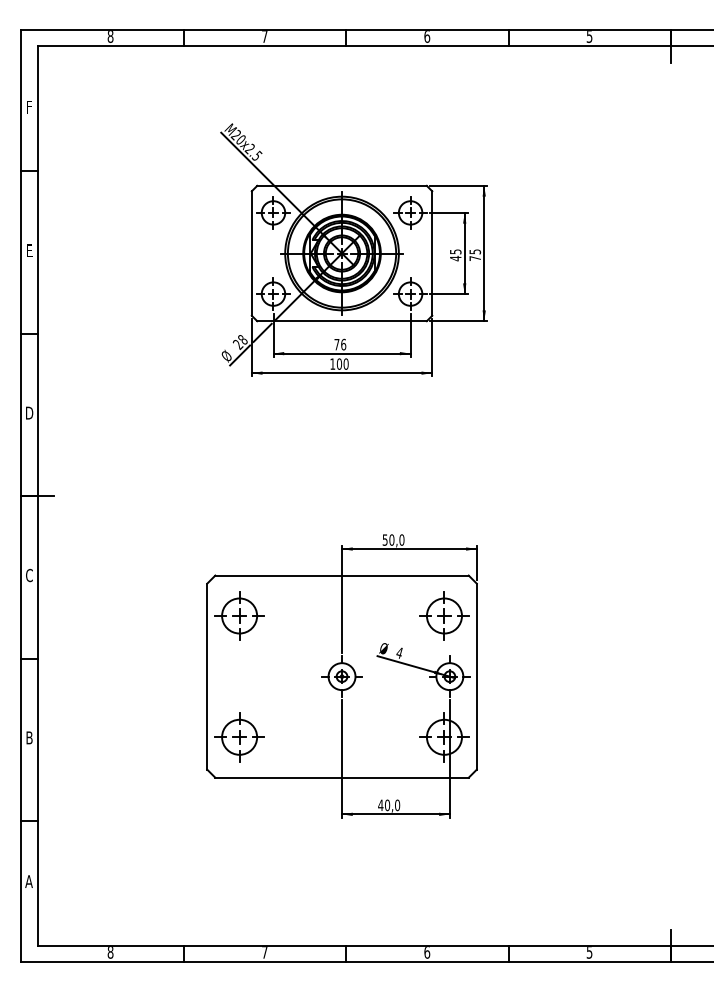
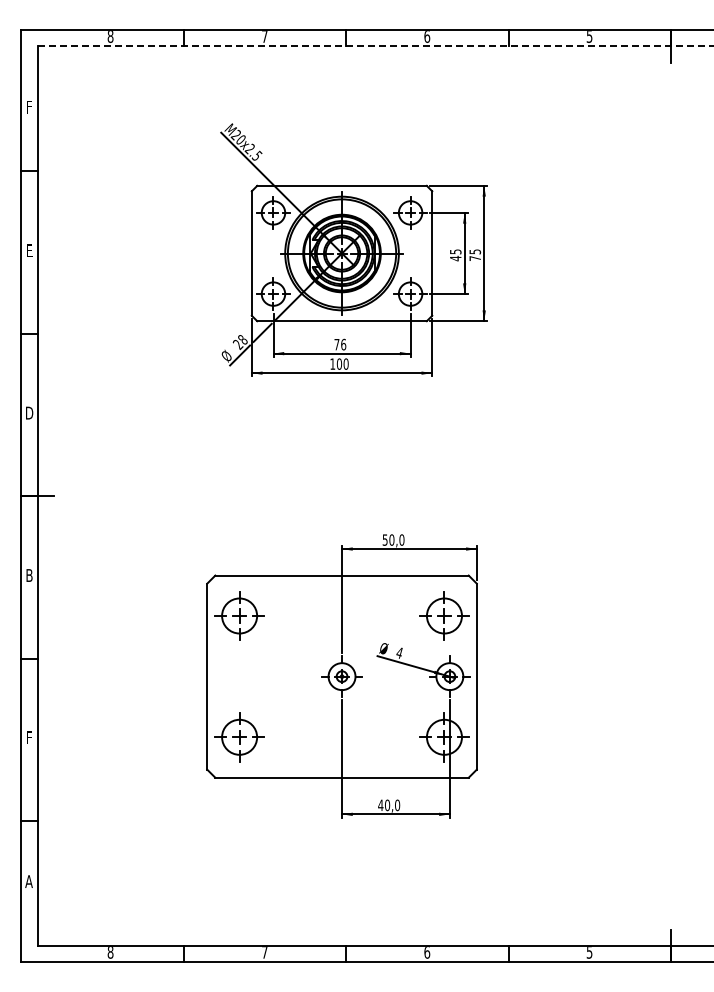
line at (375, 46): solid -> dashed
text at (29, 575): C -> B
text at (29, 737): B -> F
